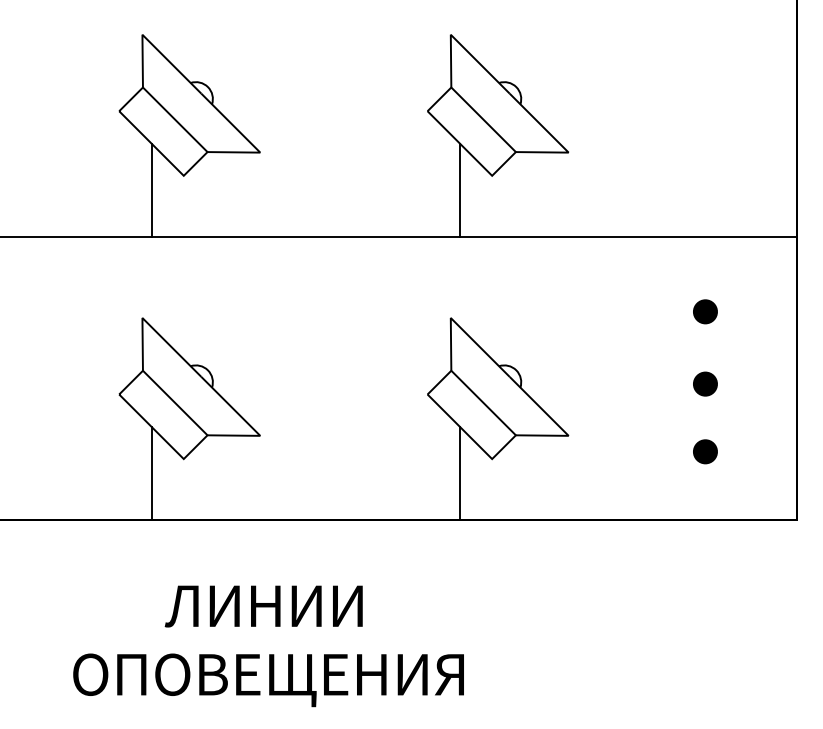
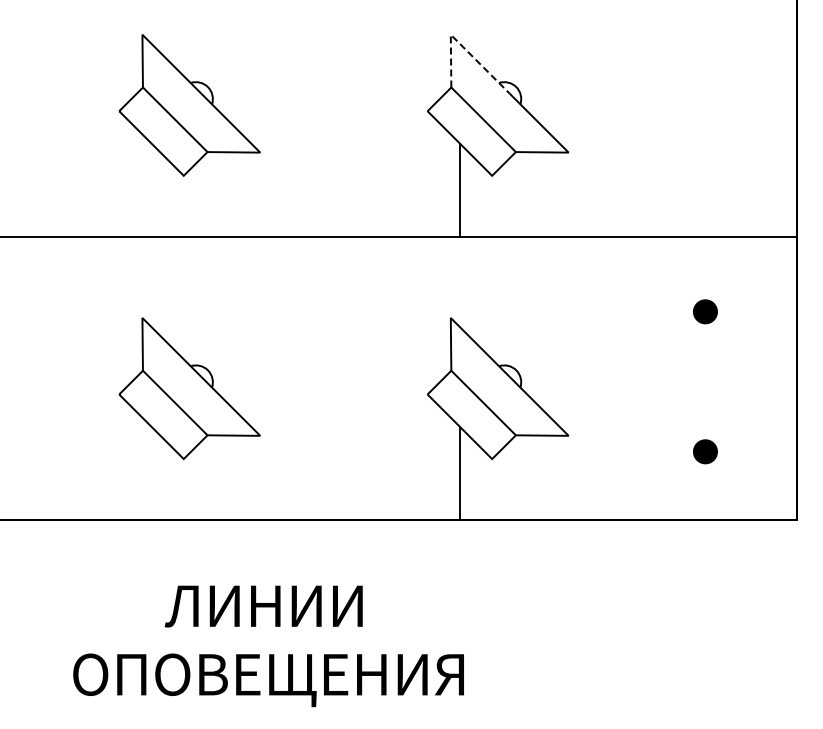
line at (461, 45): solid -> dashed
line at (151, 189): present -> none
part at (705, 383): present -> none
line at (151, 472): present -> none
